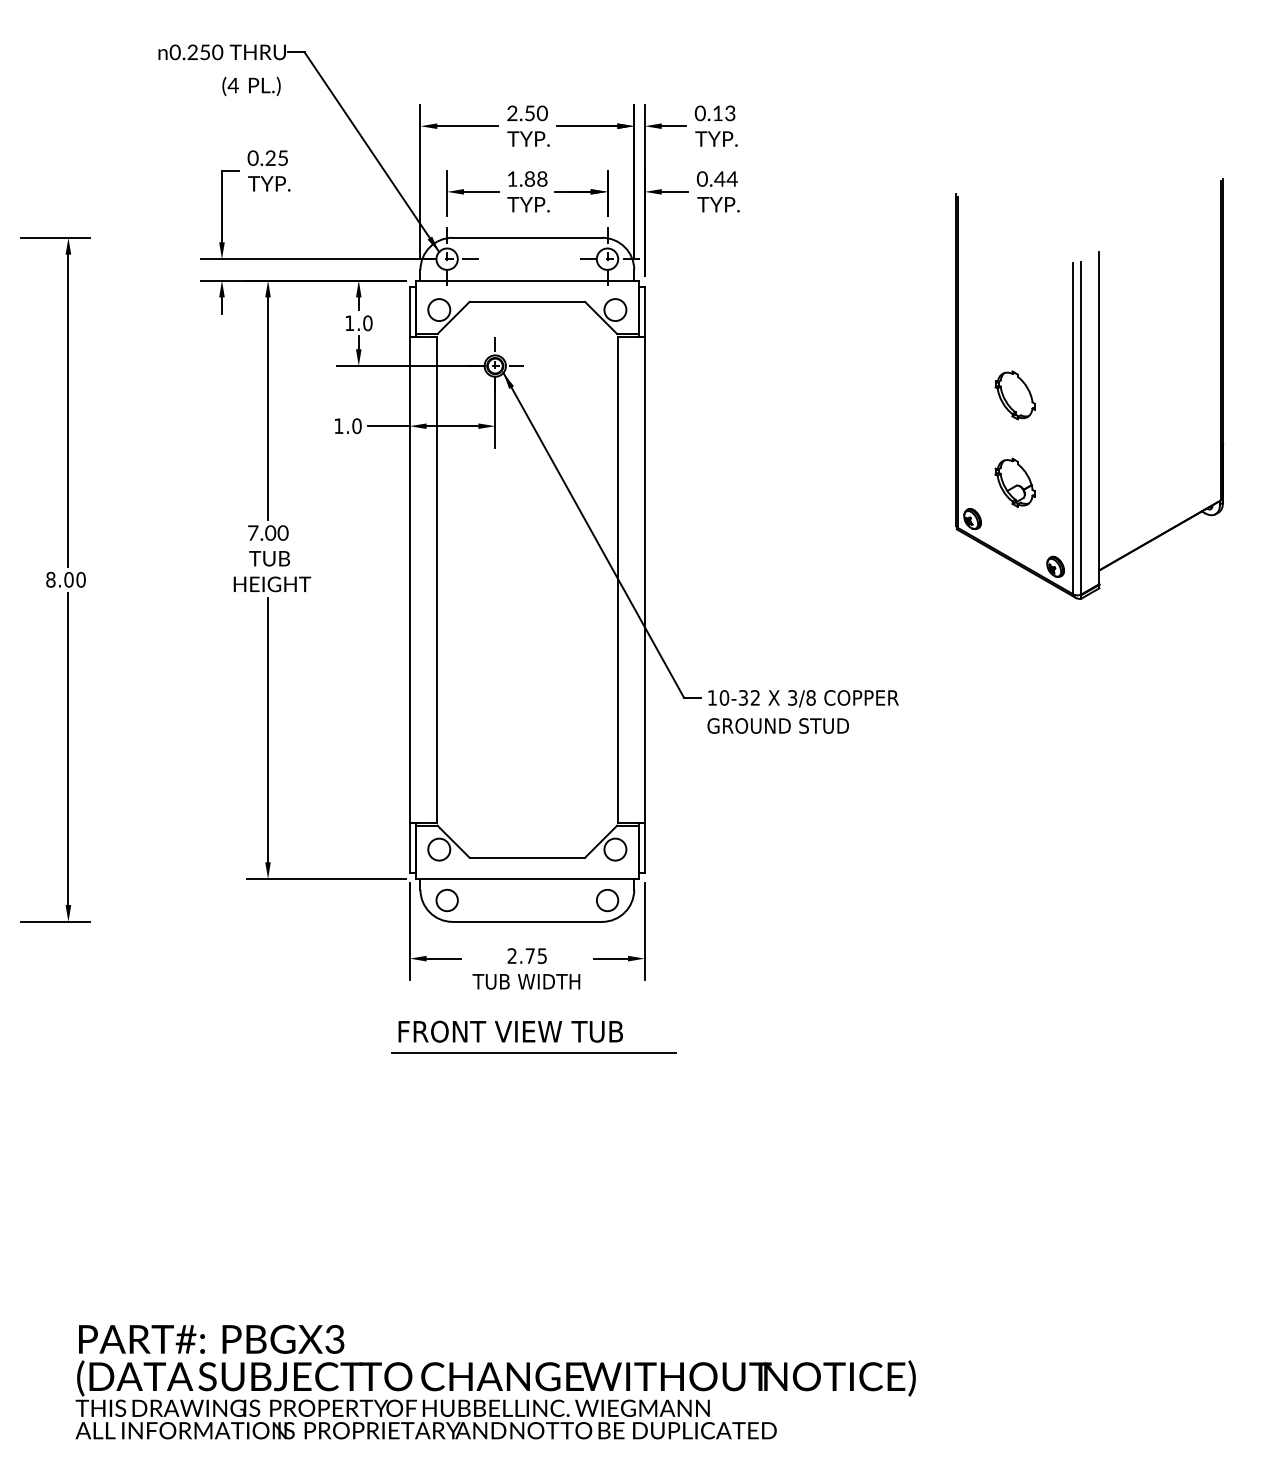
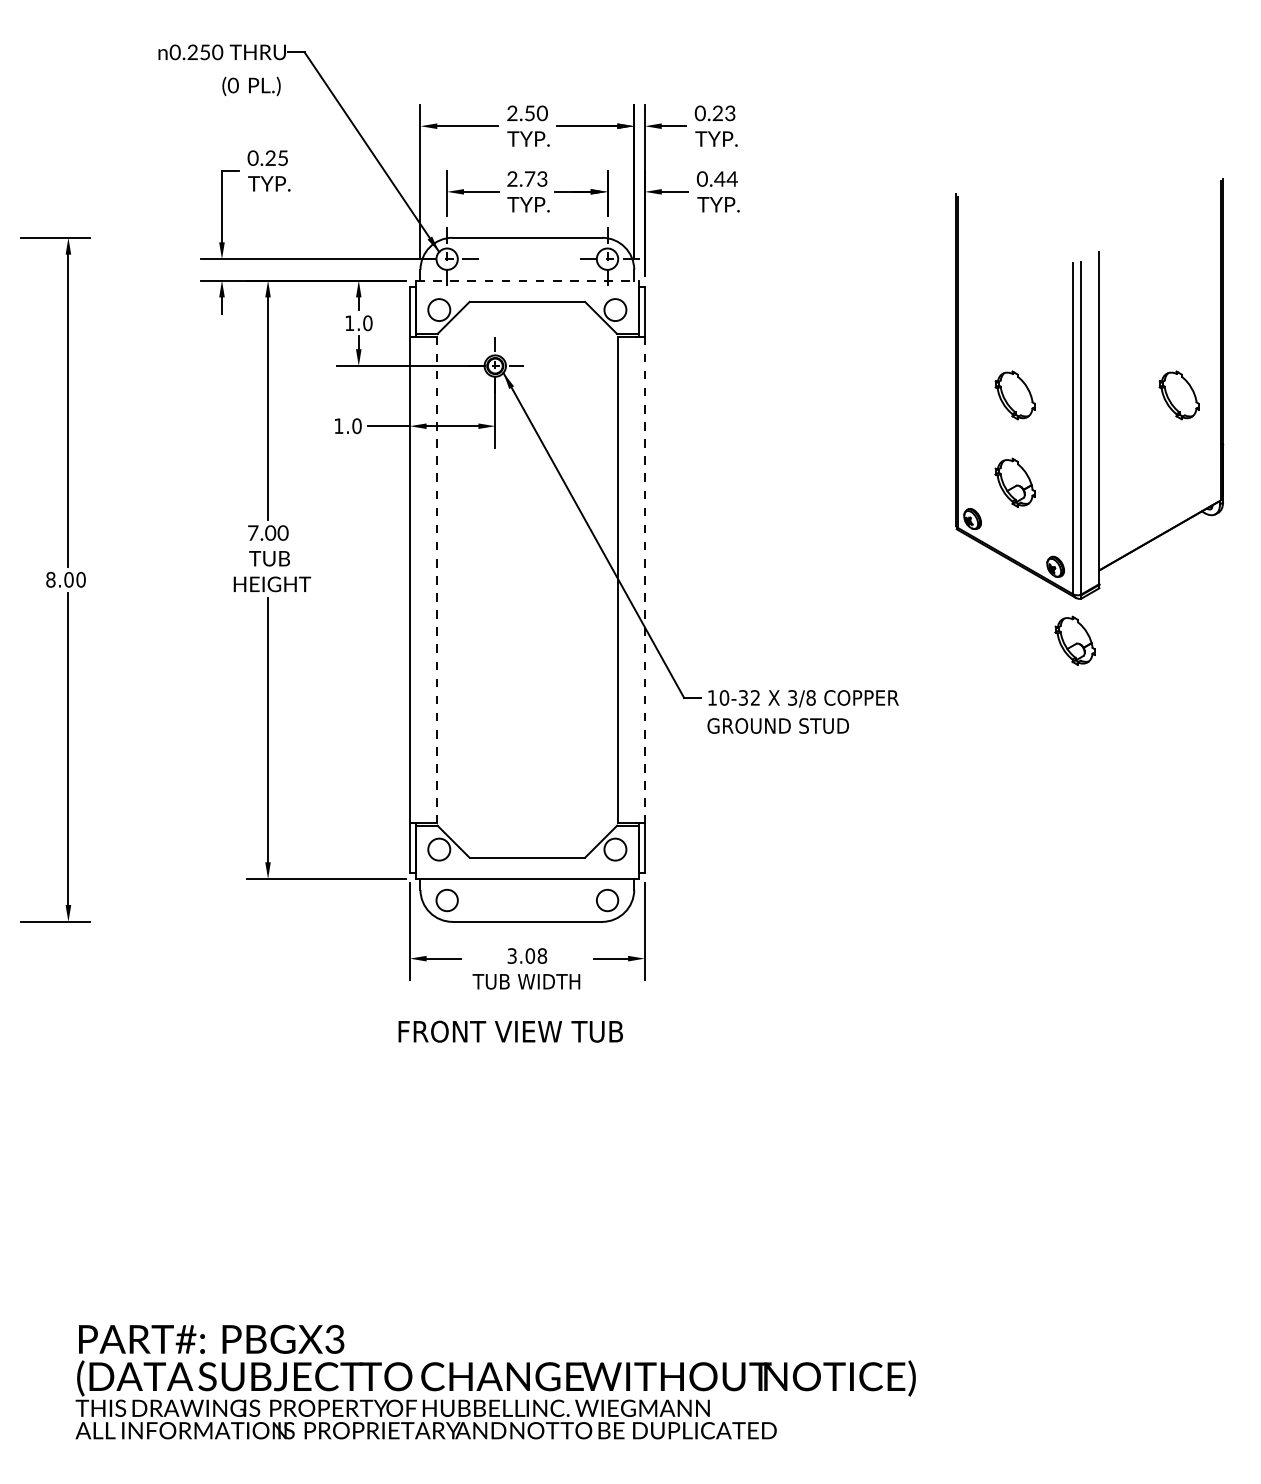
text at (232, 85): (4 -> (0
text at (717, 112): 0.13 -> 0.23
text at (527, 178): 1.88 -> 2.73
line at (527, 280): solid -> dashed
part at (1178, 395): none -> present
line at (436, 580): solid -> dashed
line at (644, 580): solid -> dashed
part at (1074, 640): none -> present
text at (527, 955): 2.75 -> 3.08
line at (533, 1052): present -> none
